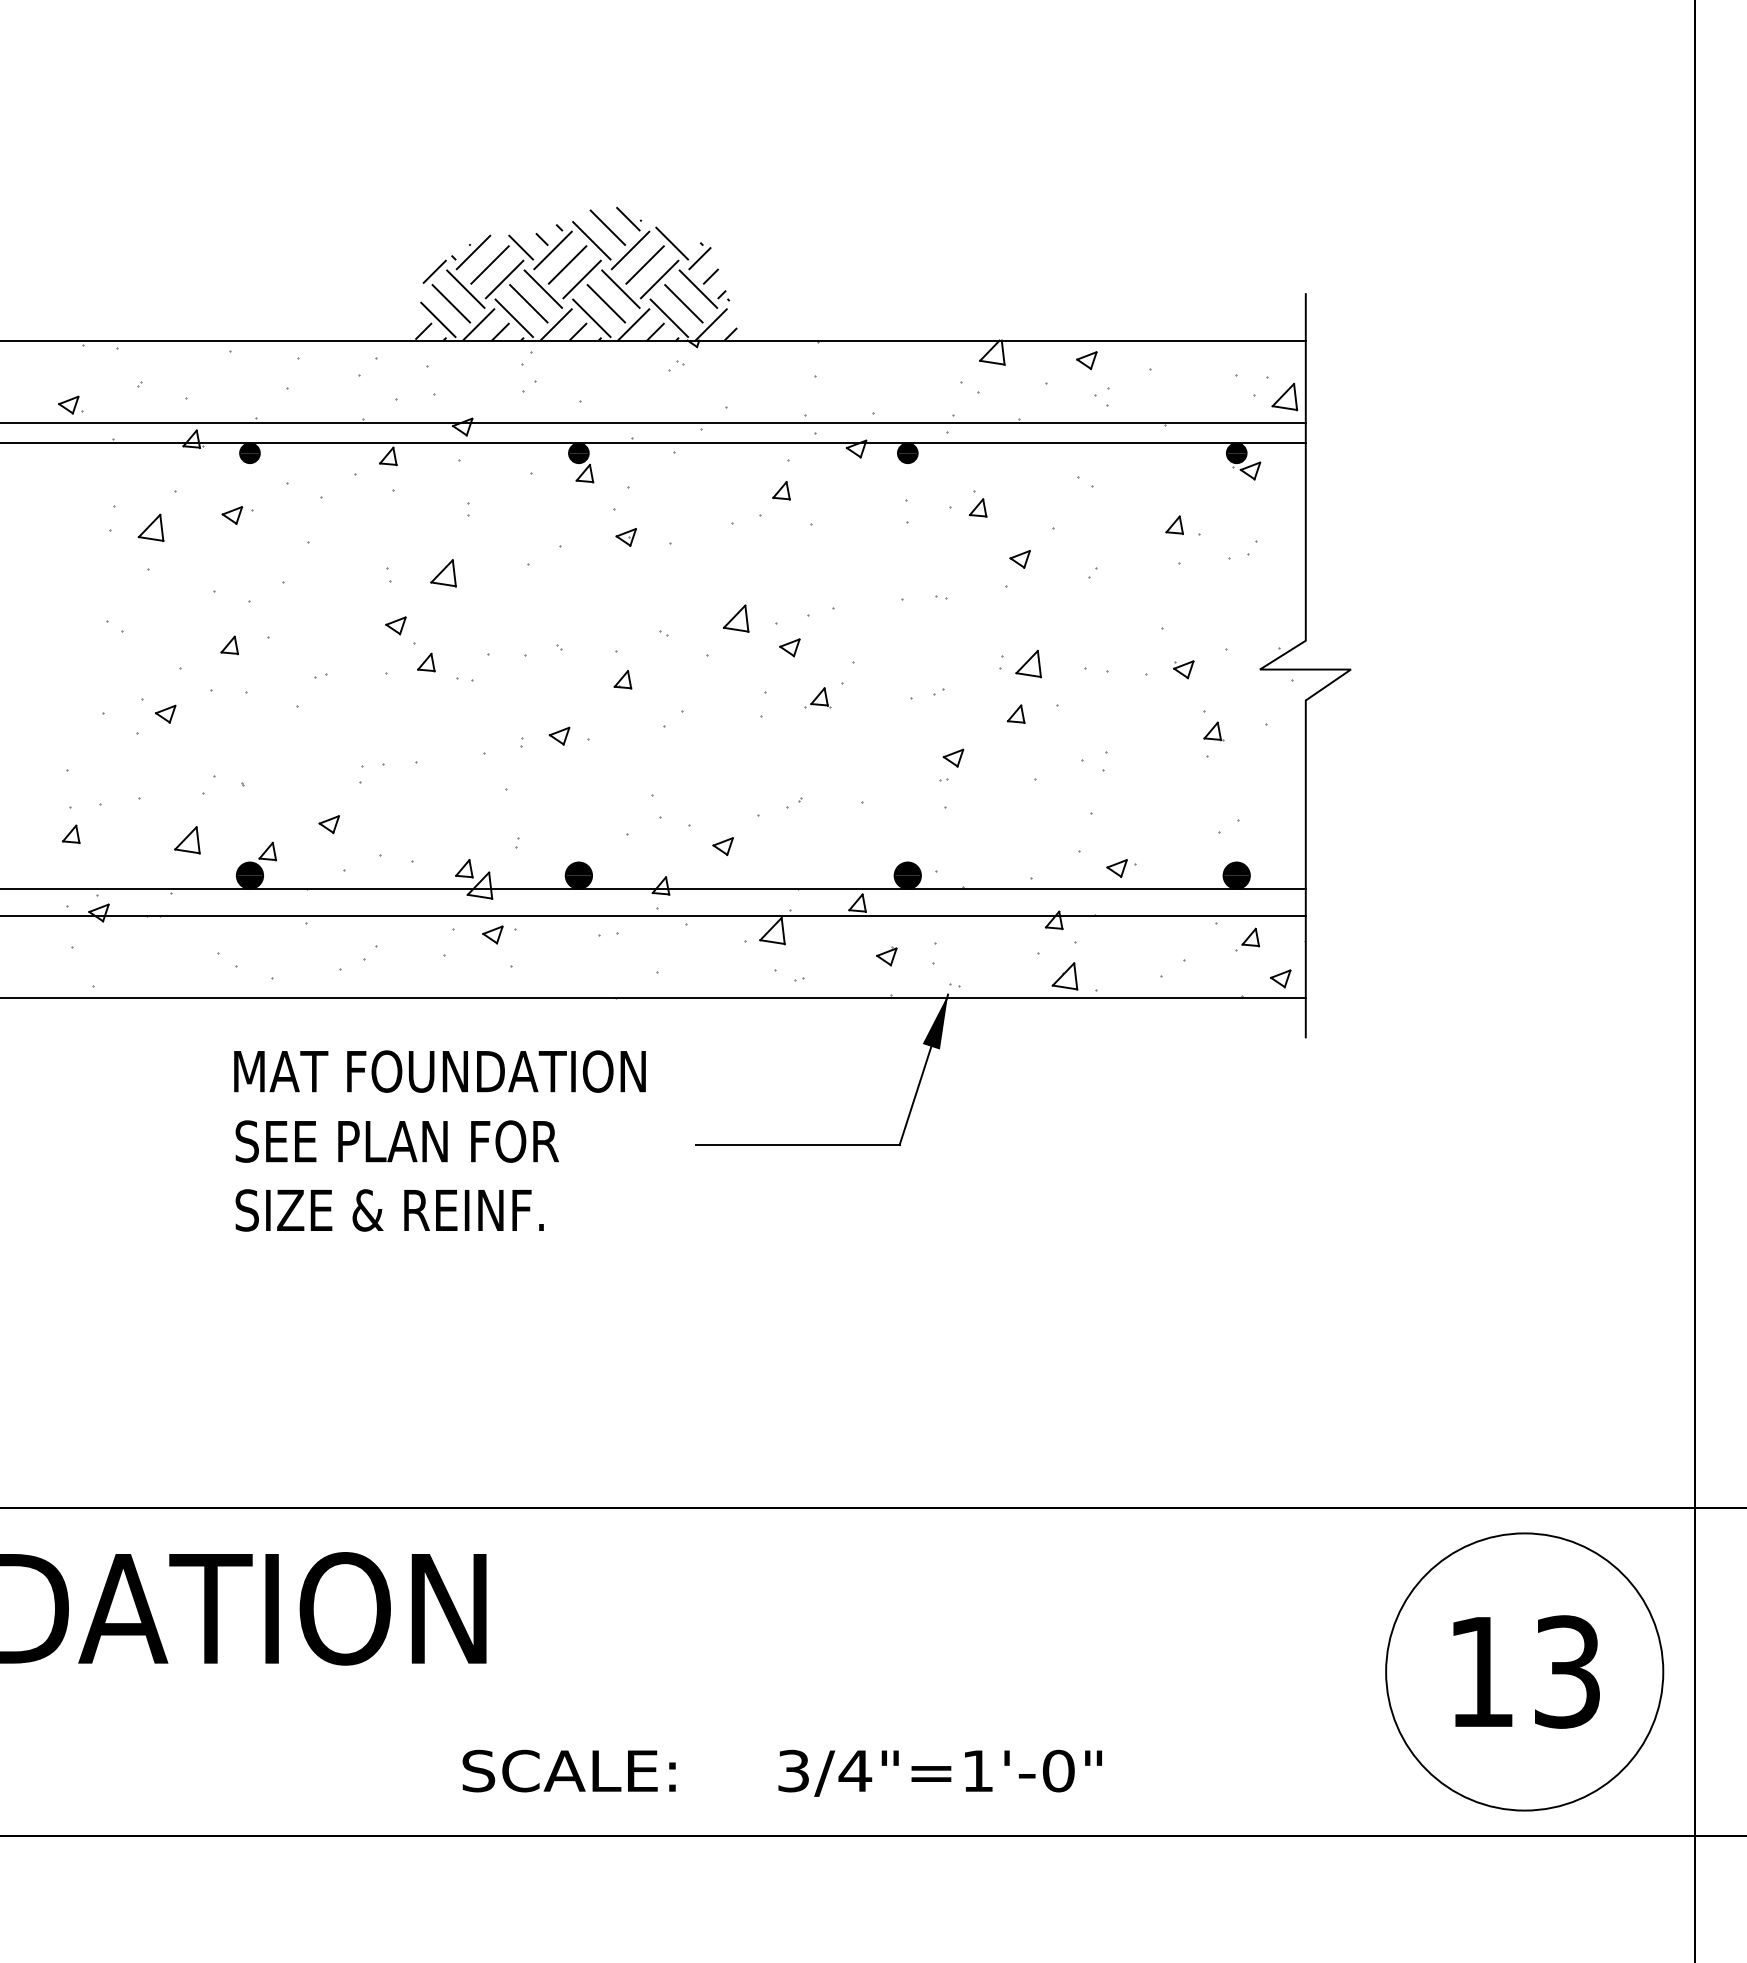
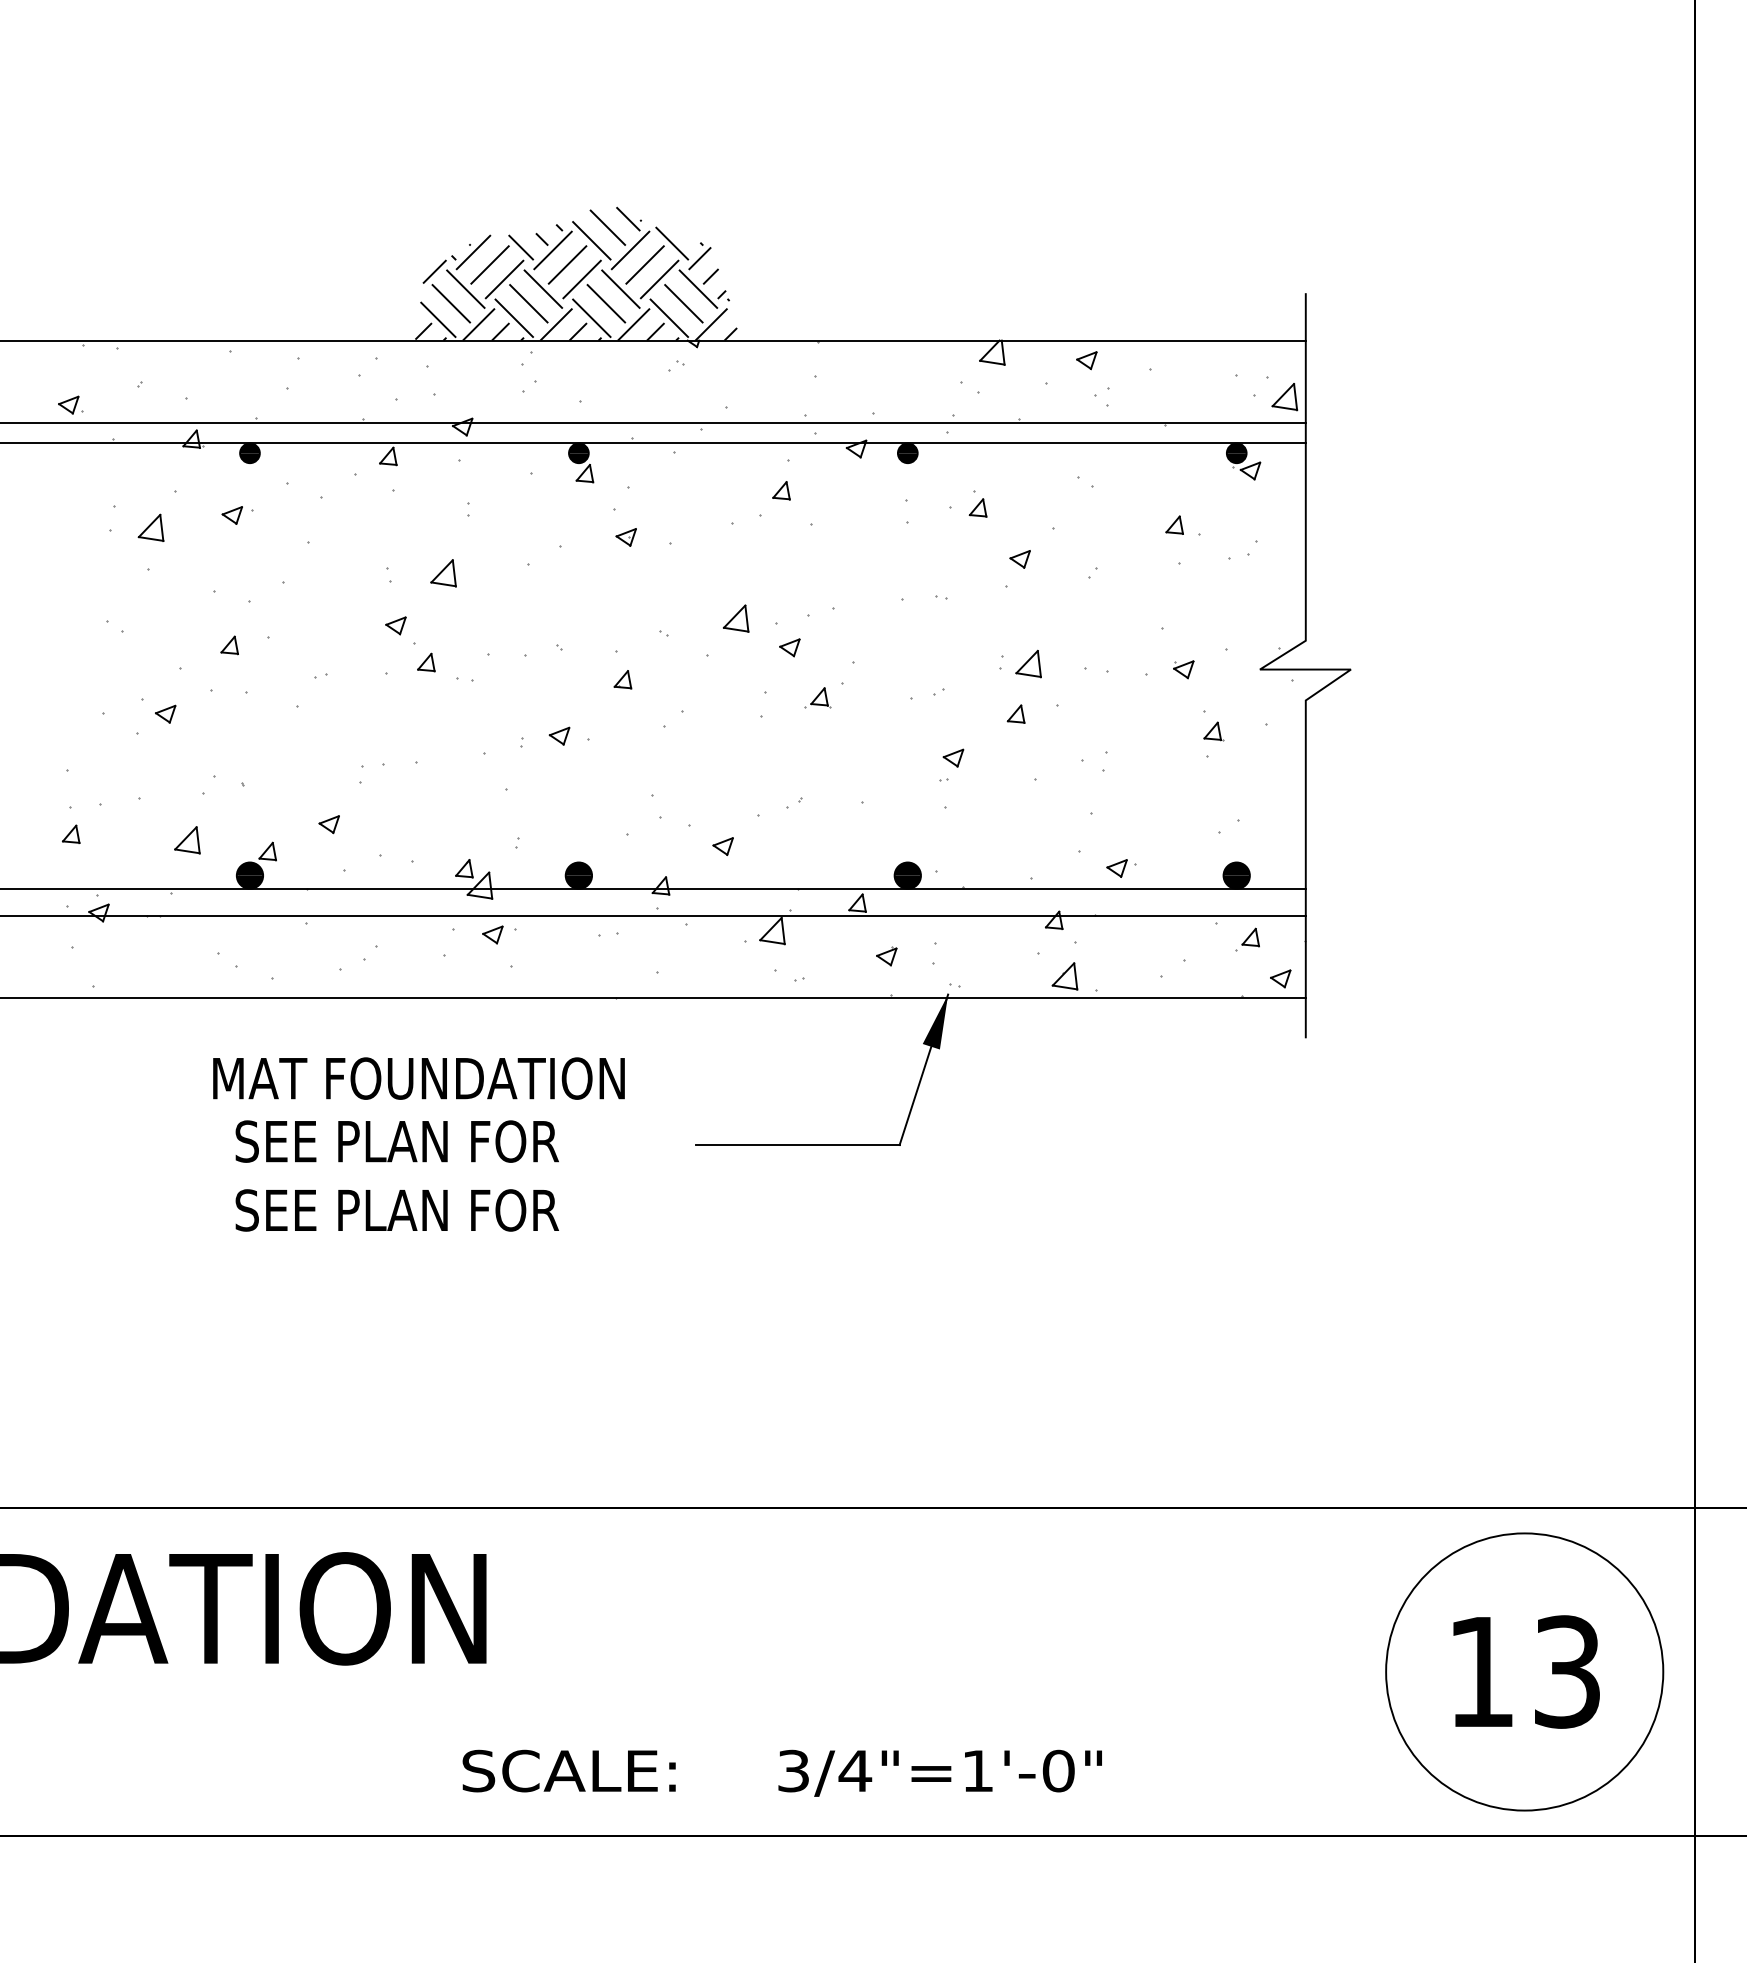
text at (439, 1071) position: (439, 1071) -> (418, 1078)
text at (414, 1210): SIZE & REINF. -> SEE PLAN FOR
